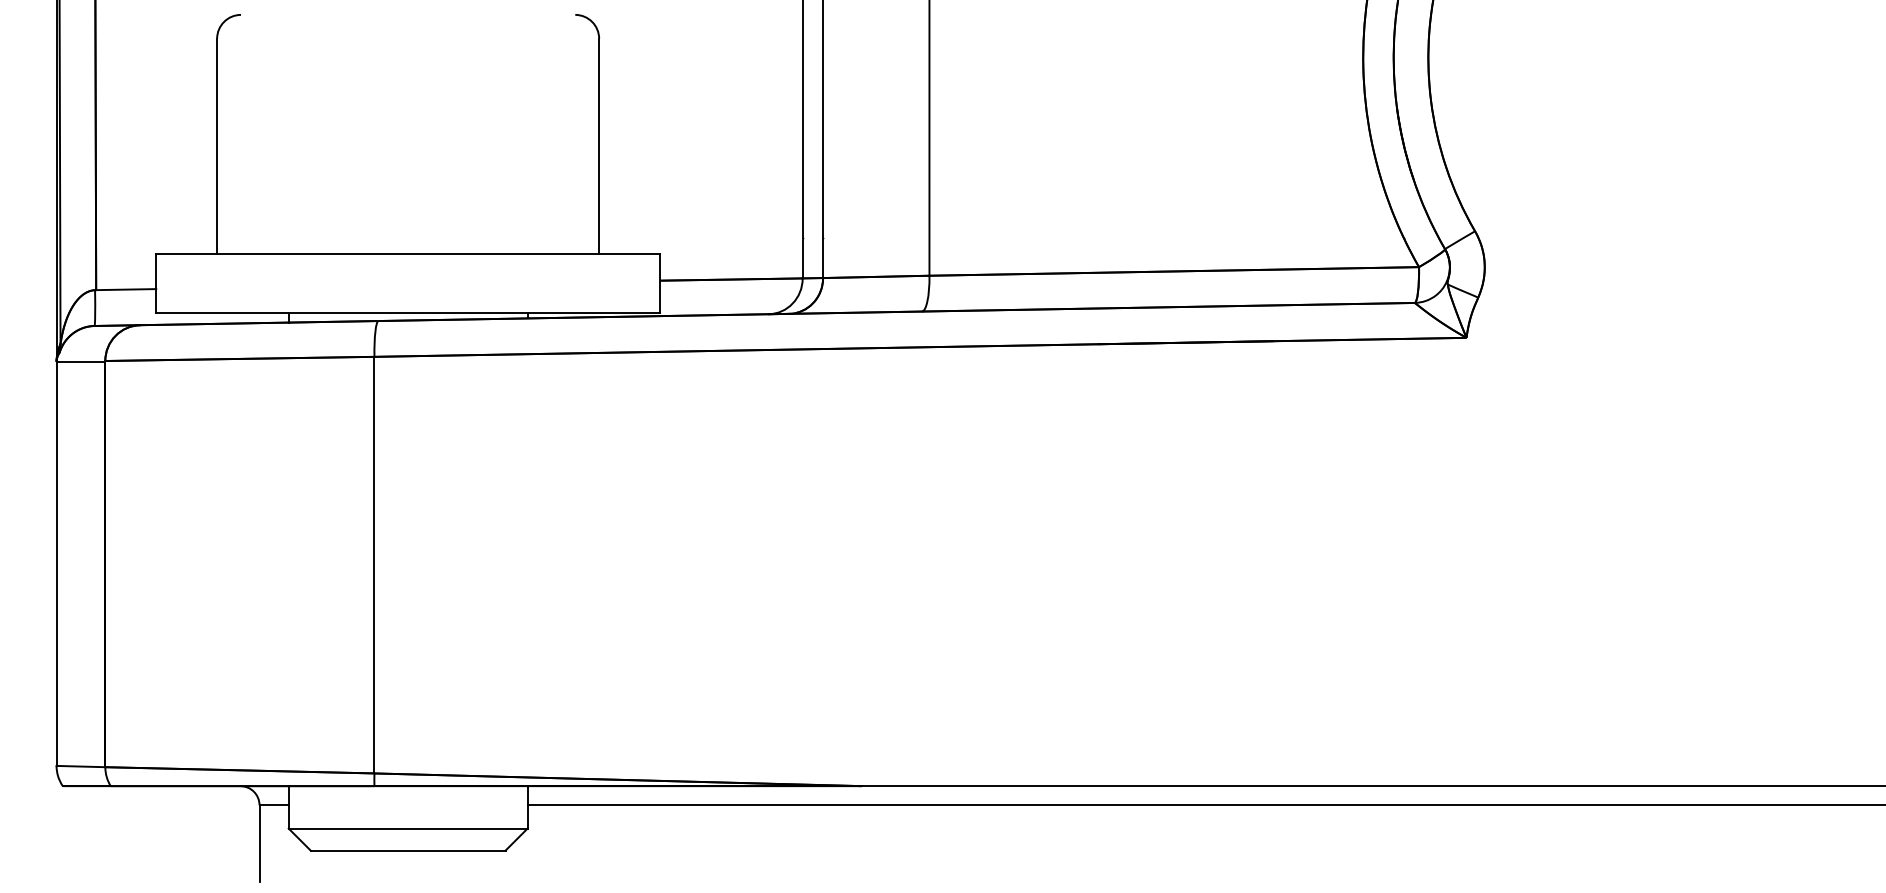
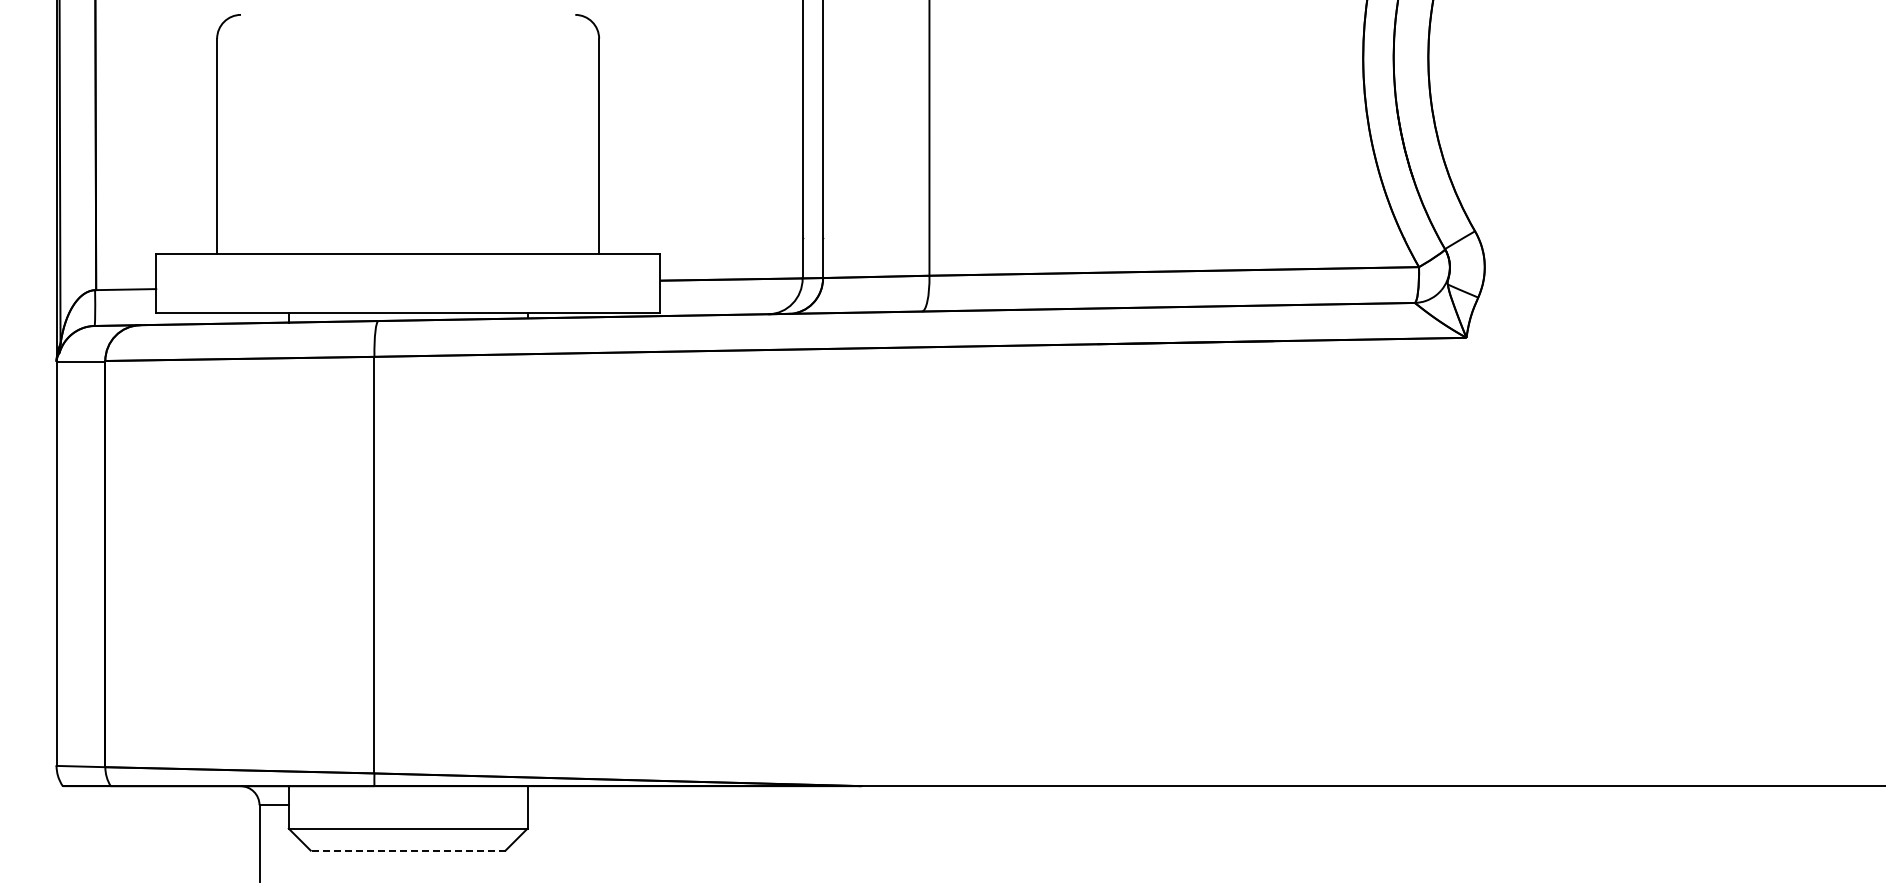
line at (1204, 805): present -> none
line at (407, 850): solid -> dashed
